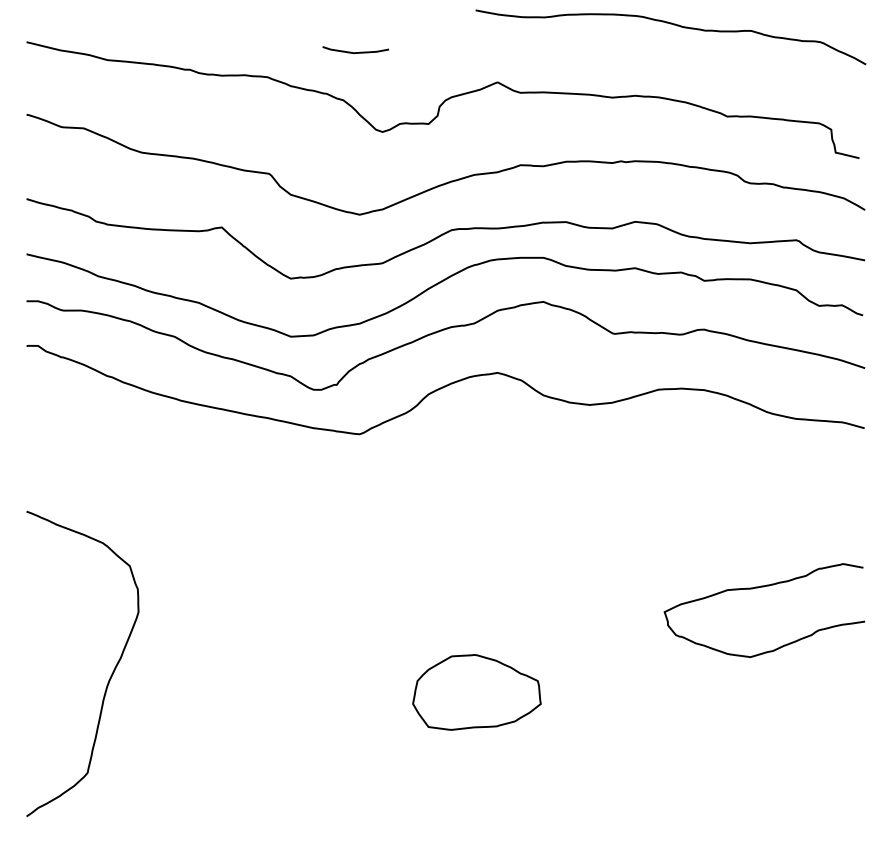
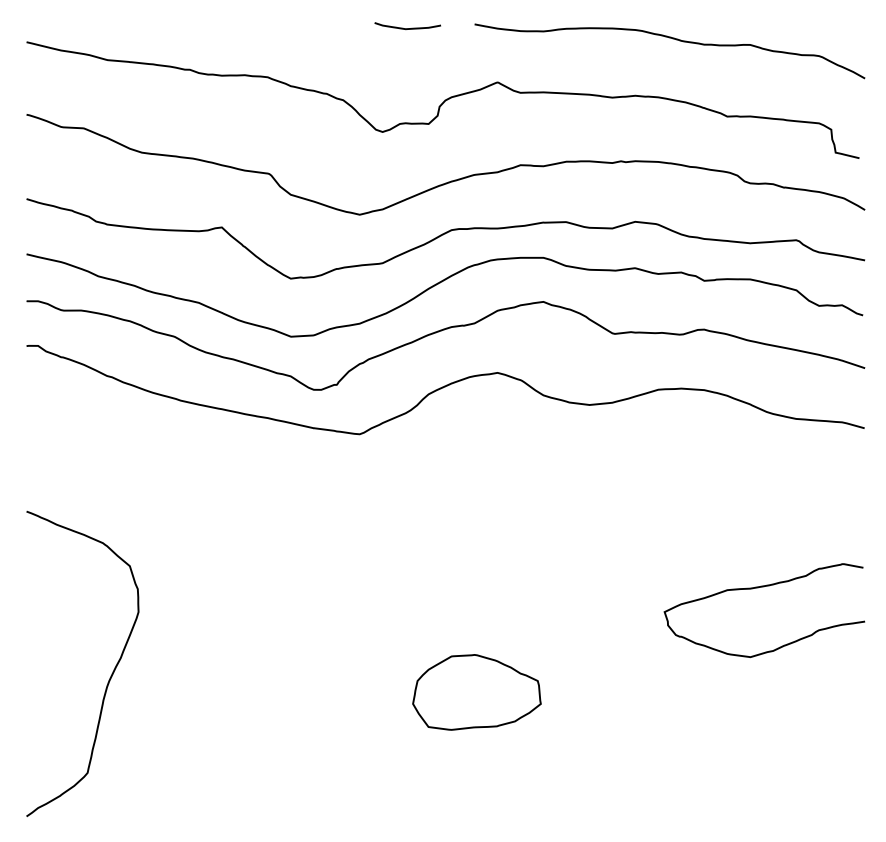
curve at (673, 25) position: (673, 25) -> (672, 39)
curve at (355, 52) position: (355, 52) -> (407, 28)
